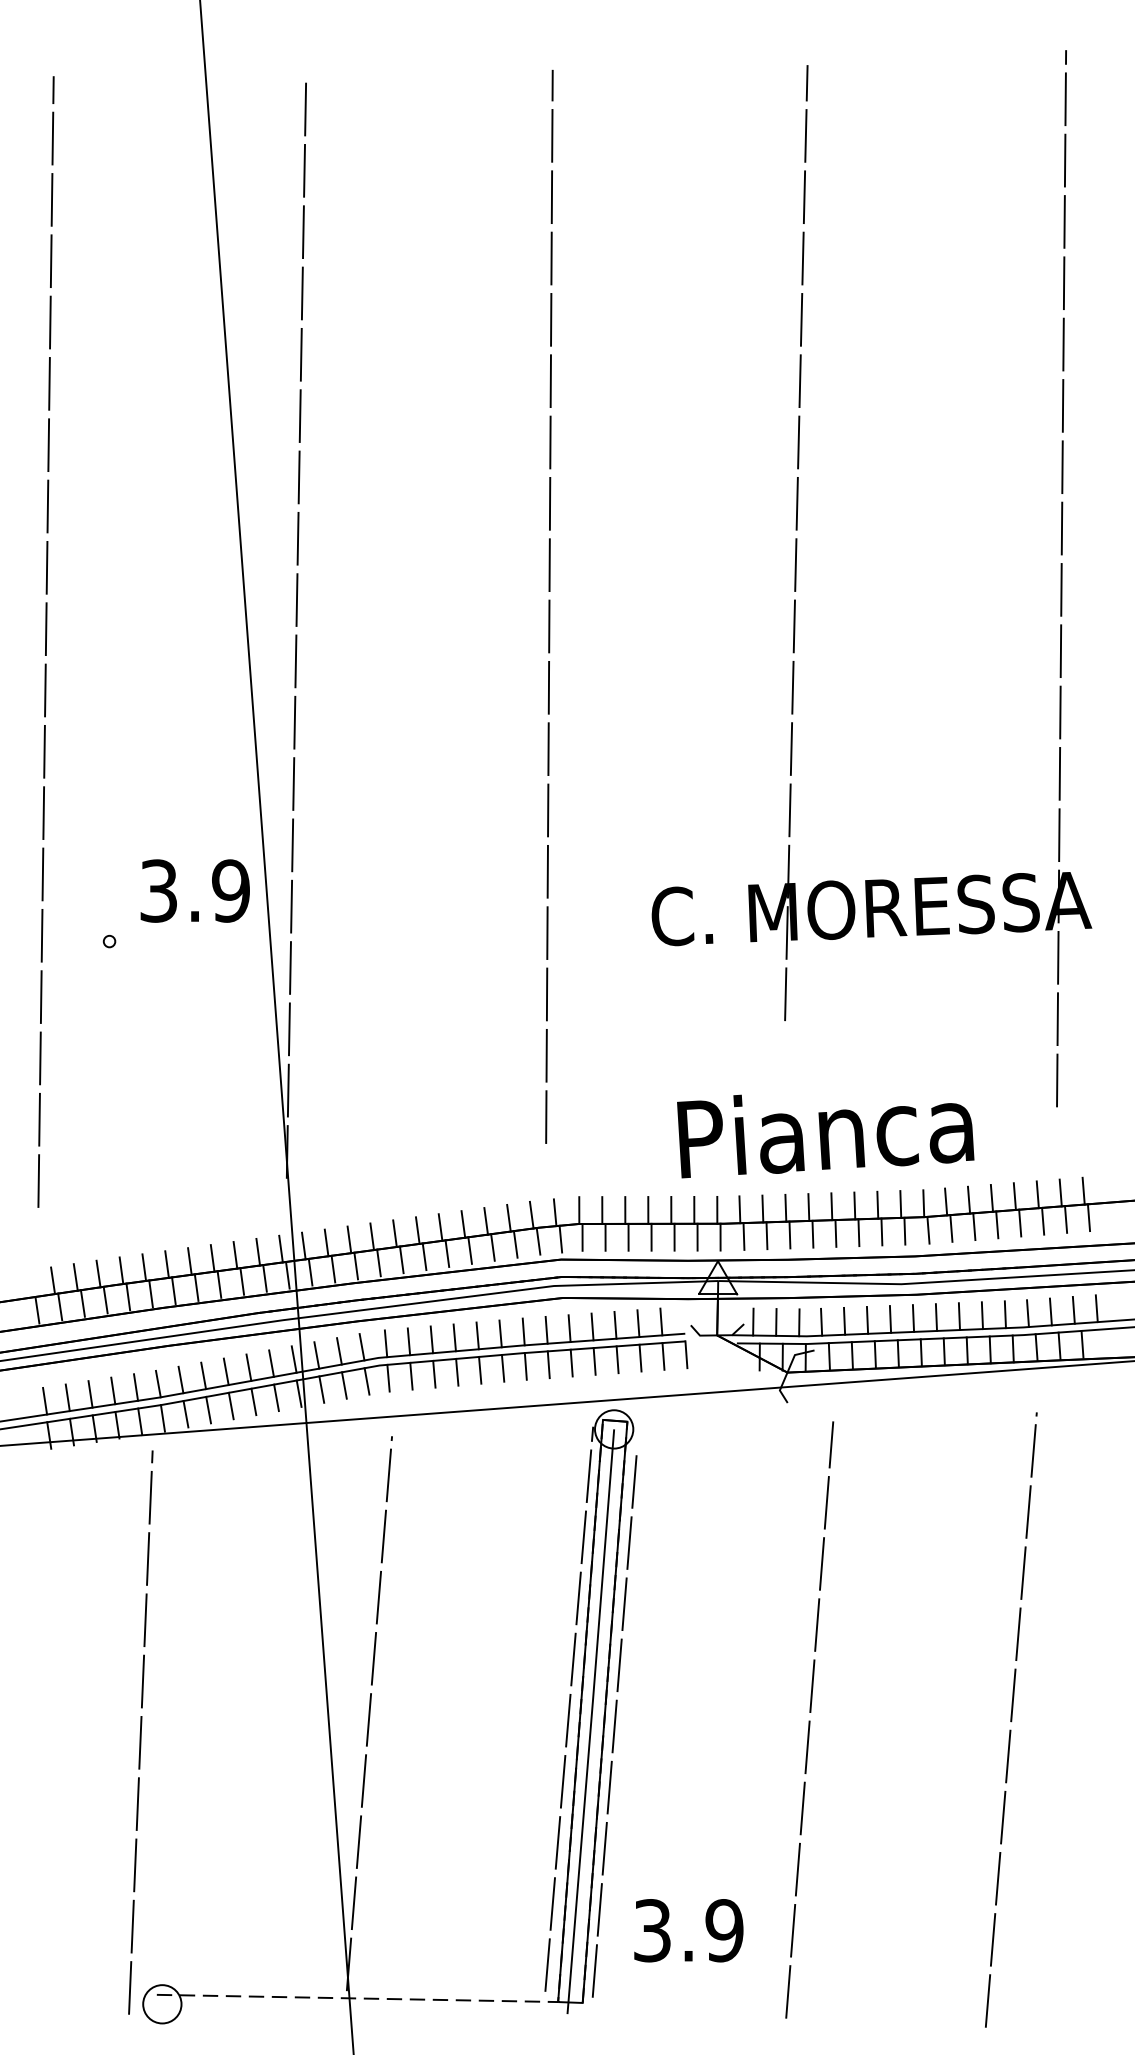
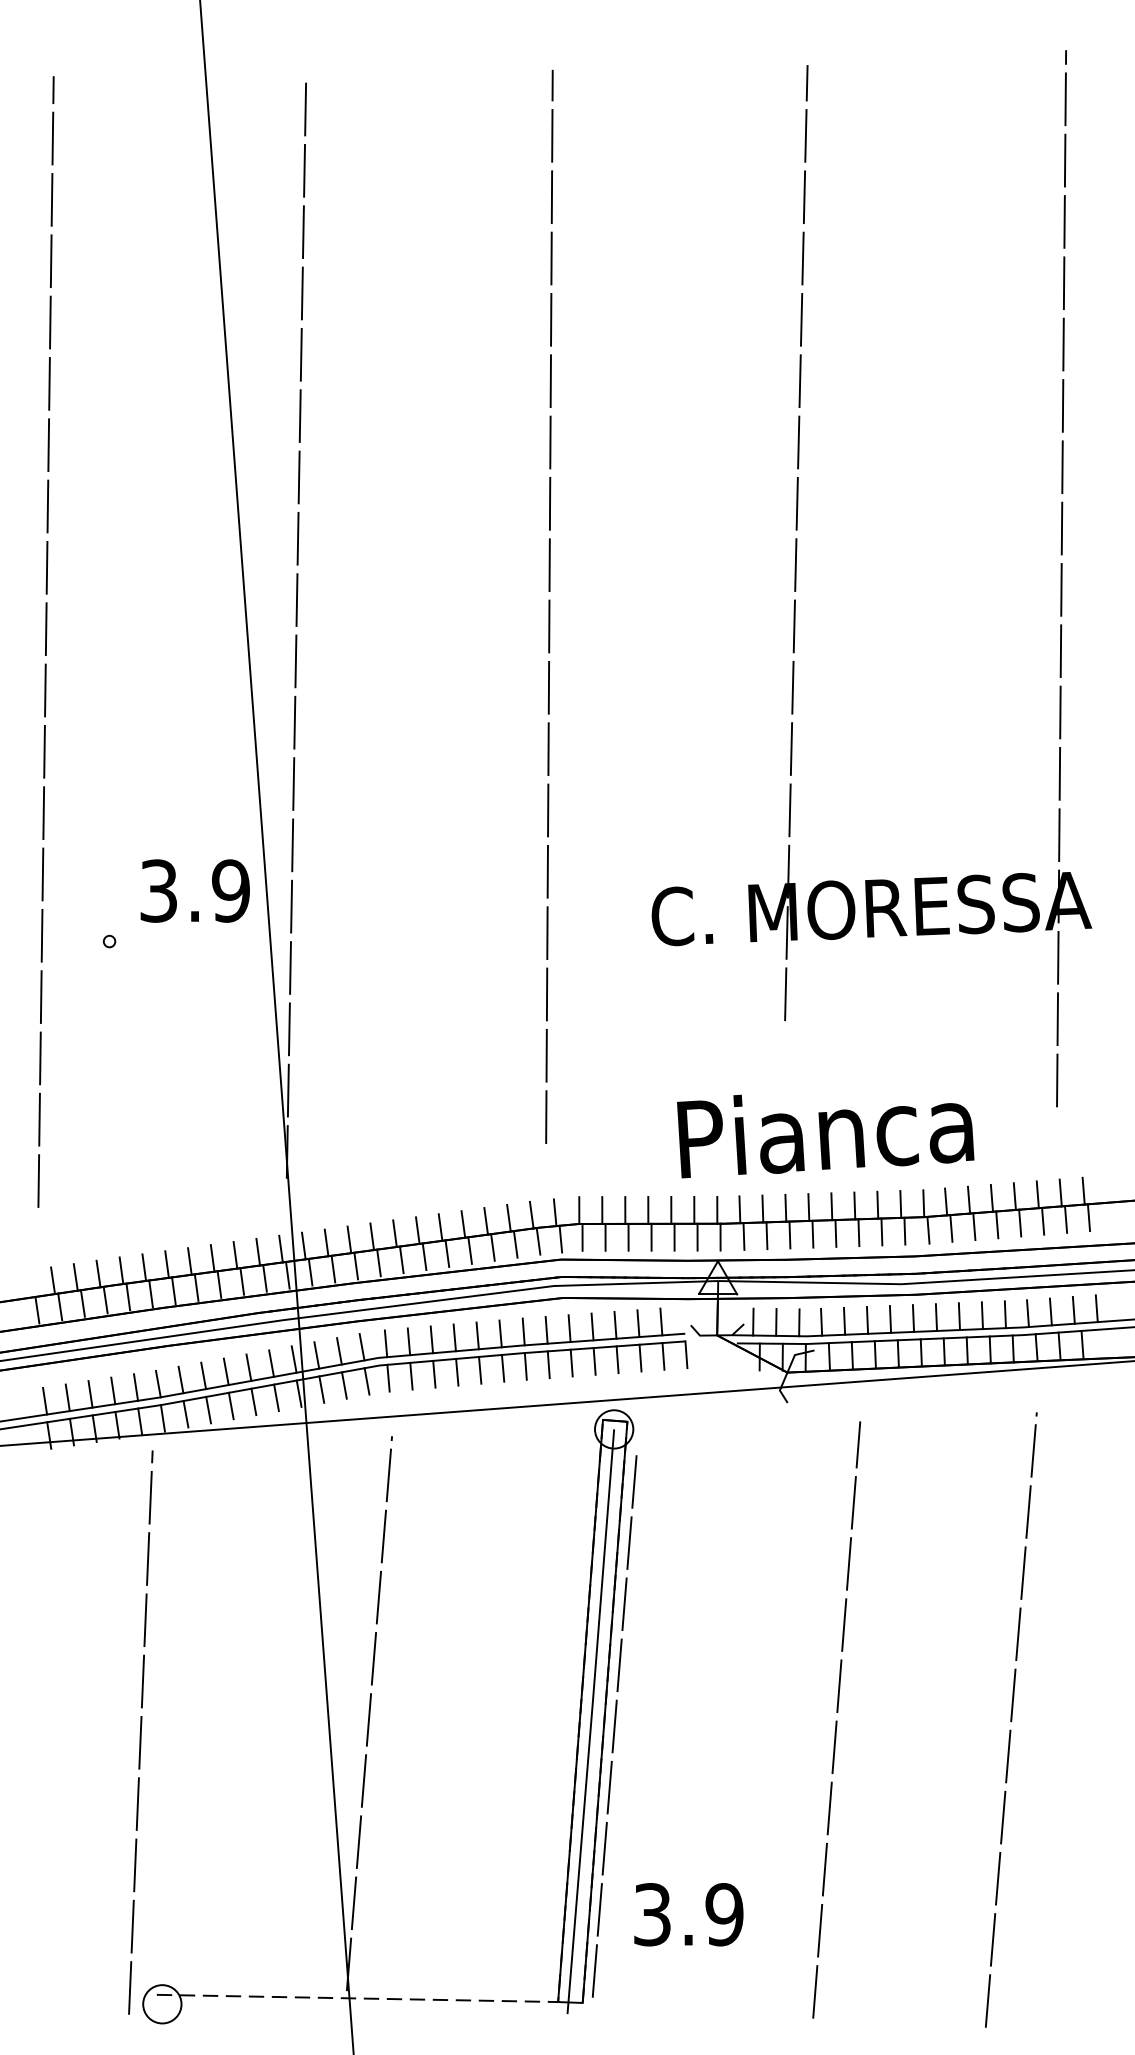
line at (569, 1708): present -> none
line at (809, 1720) position: (809, 1720) -> (836, 1720)
text at (688, 1930) position: (688, 1930) -> (688, 1914)
